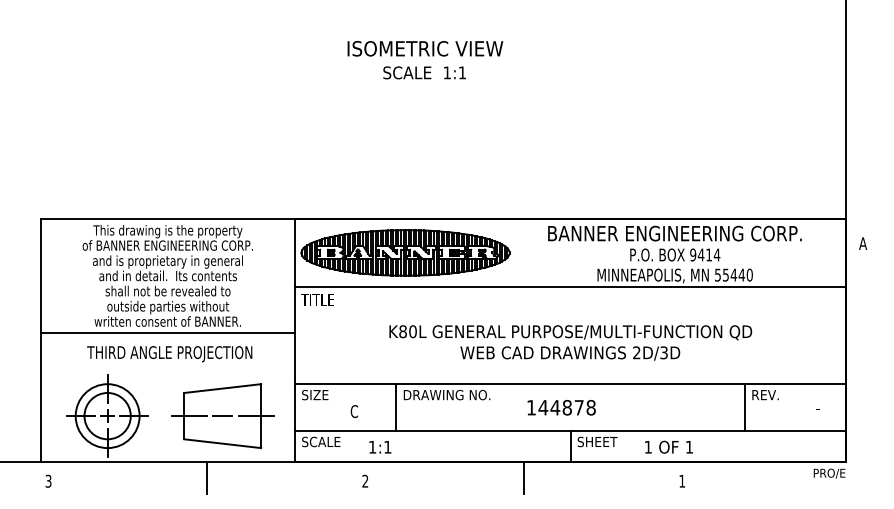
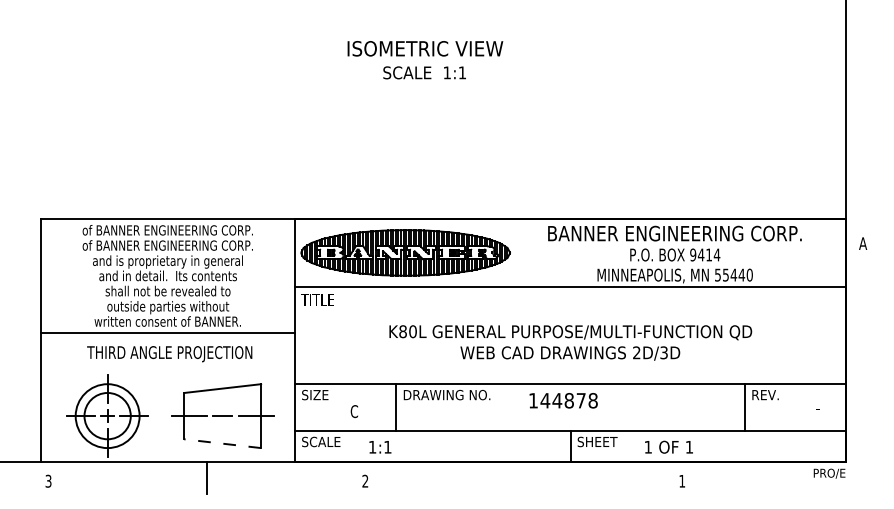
text at (167, 231): This drawing is the property -> of BANNER ENGINEERING CORP.
text at (561, 407) position: (561, 407) -> (563, 400)
line at (222, 443): solid -> dashed
line at (523, 477): present -> none
